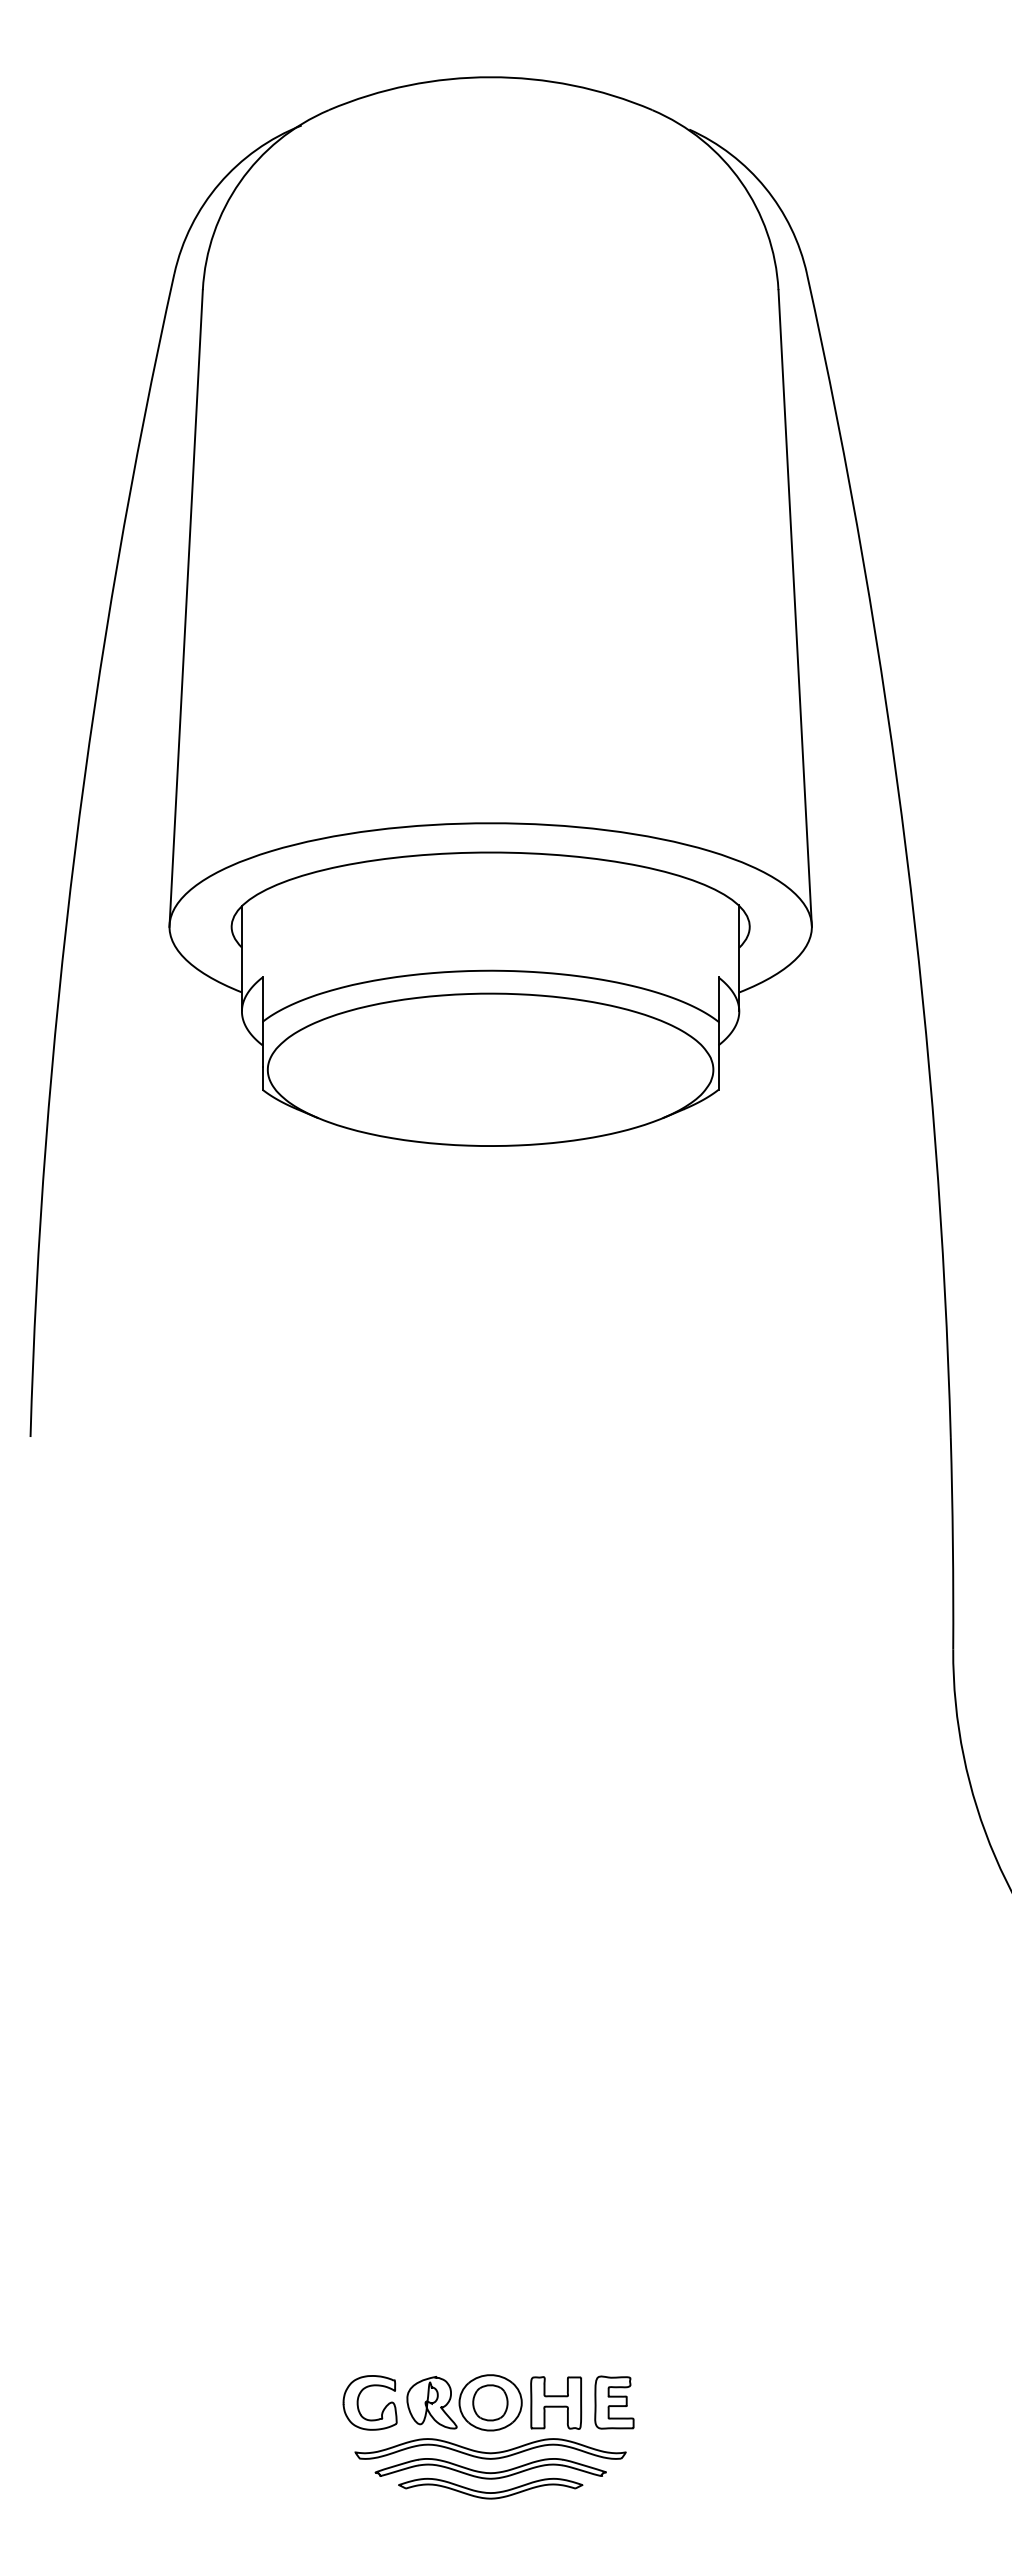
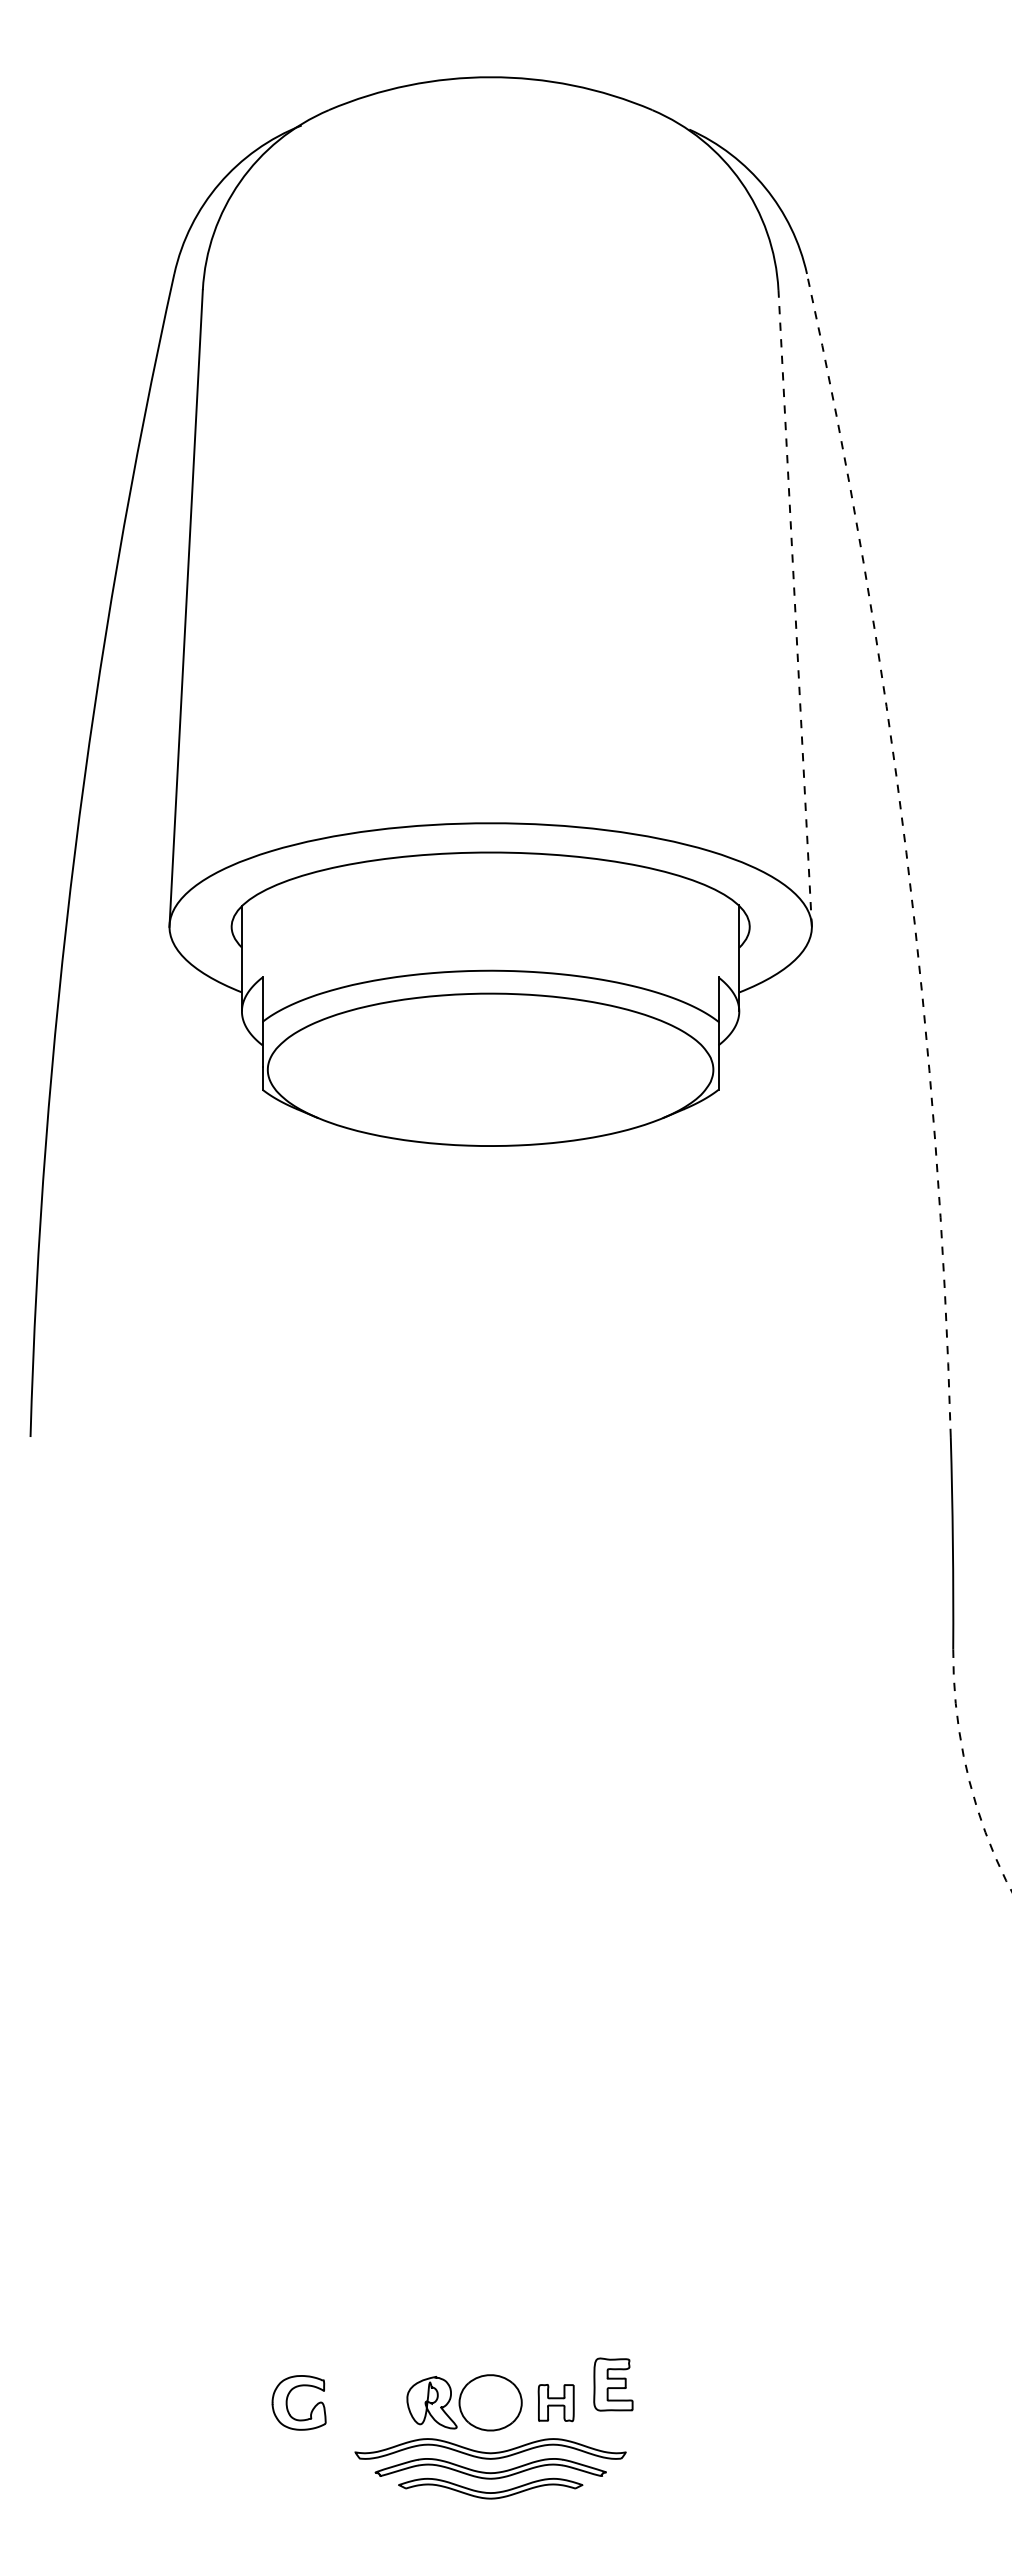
line at (795, 608): solid -> dashed
arc at (906, 852): solid -> dashed
arc at (968, 1775): solid -> dashed
part at (358, 2402) position: (358, 2402) -> (287, 2402)
part at (490, 2402): present -> none
part at (556, 2402) size: 53x54 px -> 38x39 px
part at (614, 2402) position: (614, 2402) -> (613, 2384)
